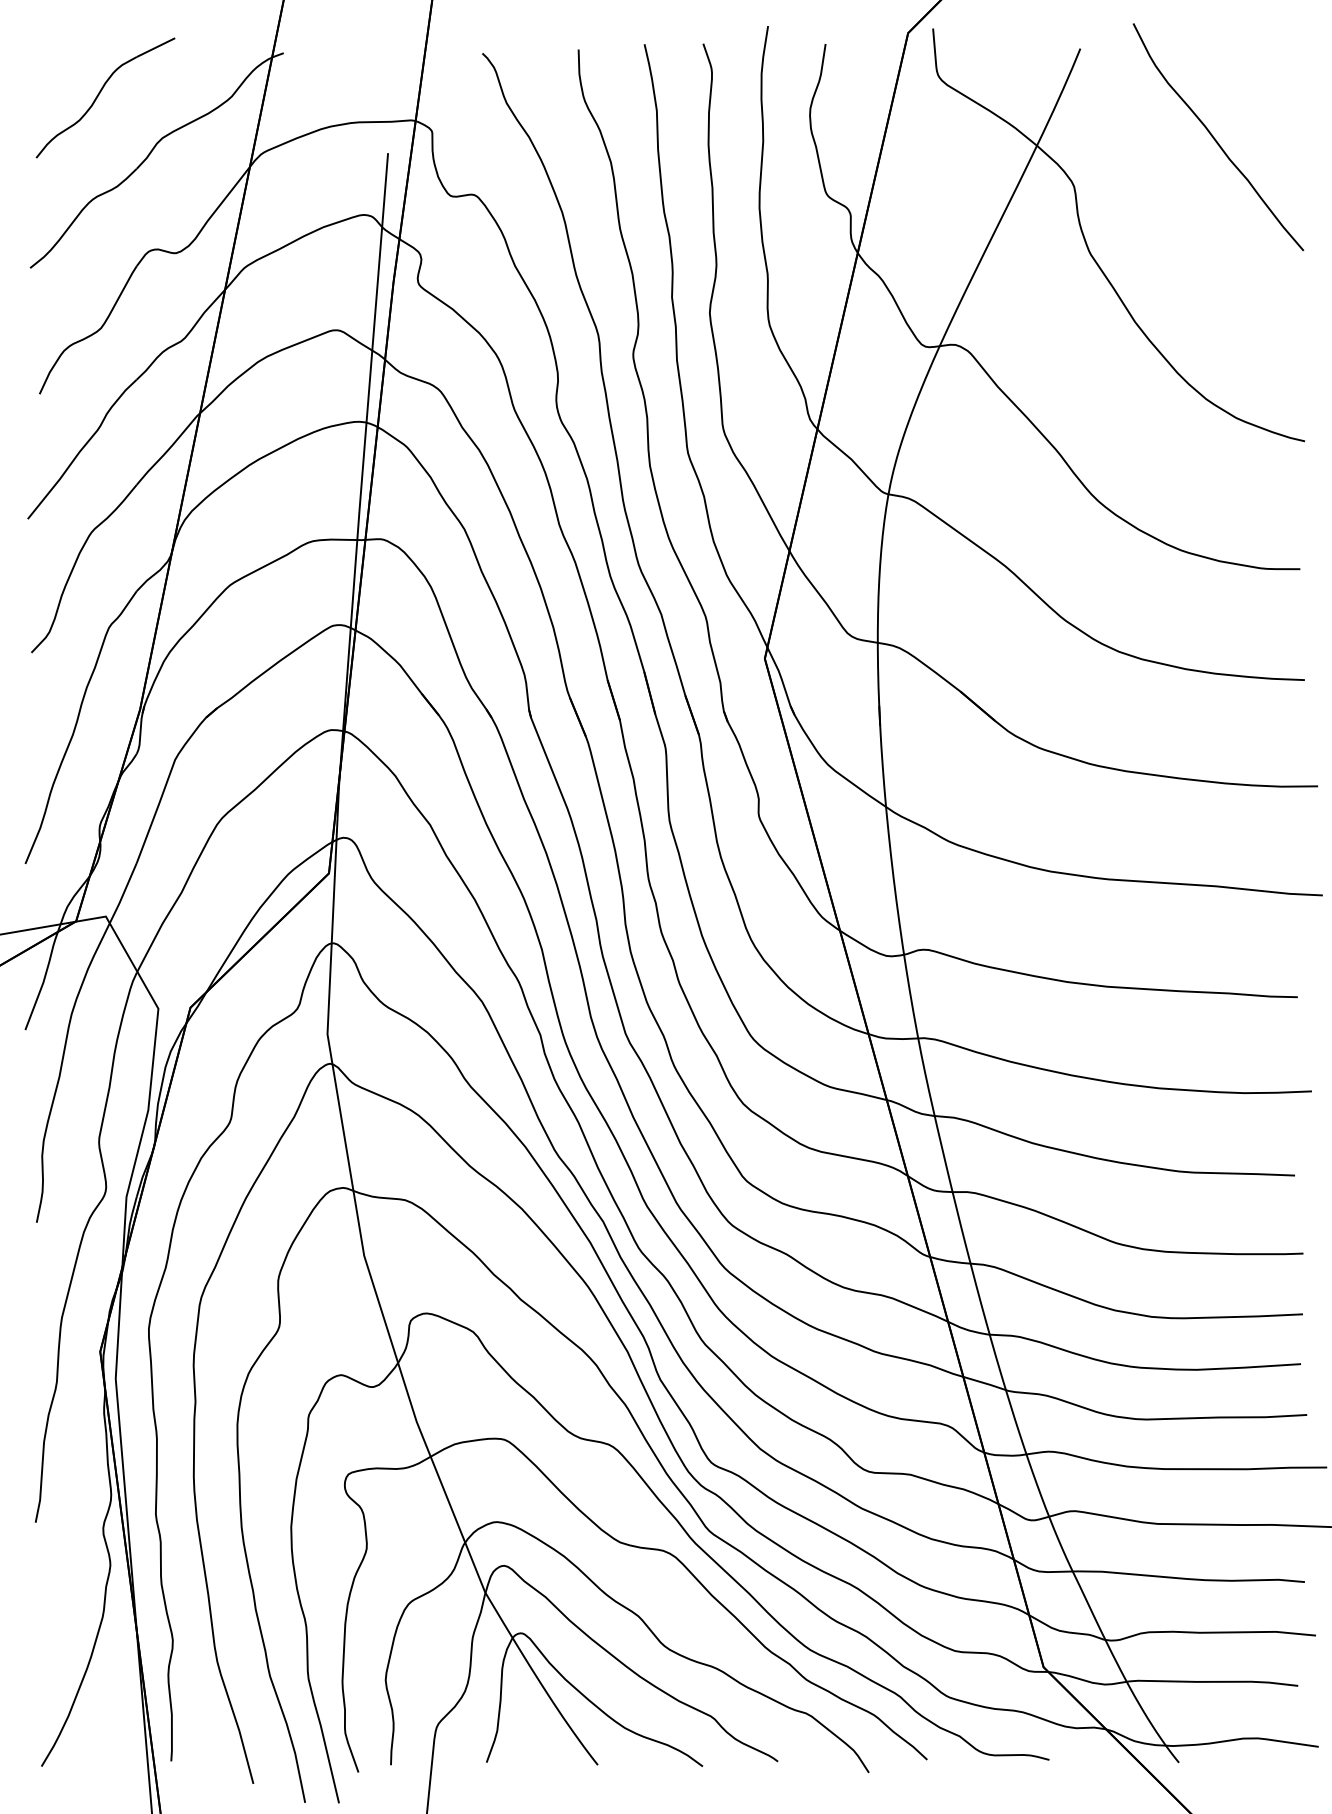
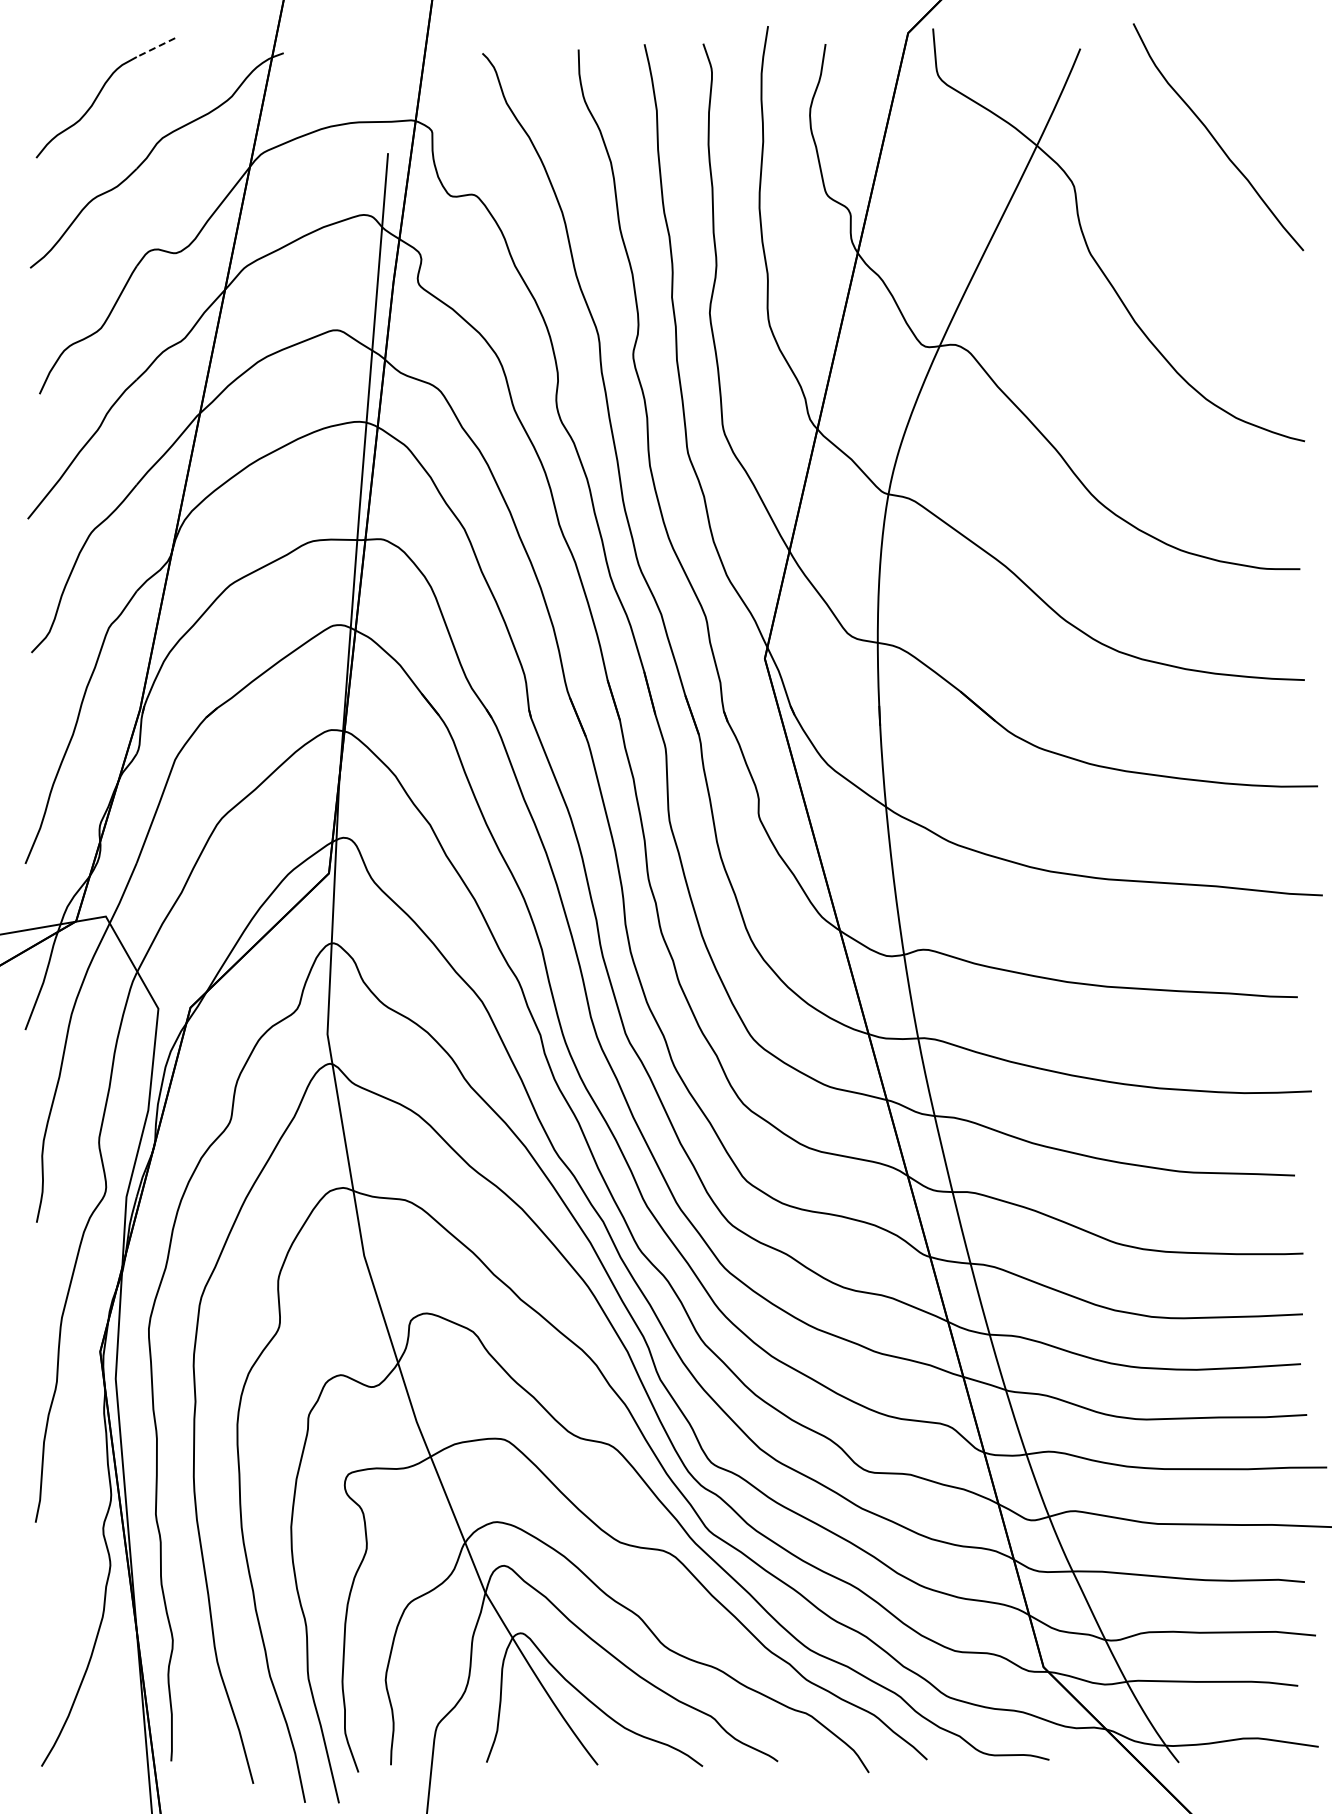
line at (155, 47): solid -> dashed
